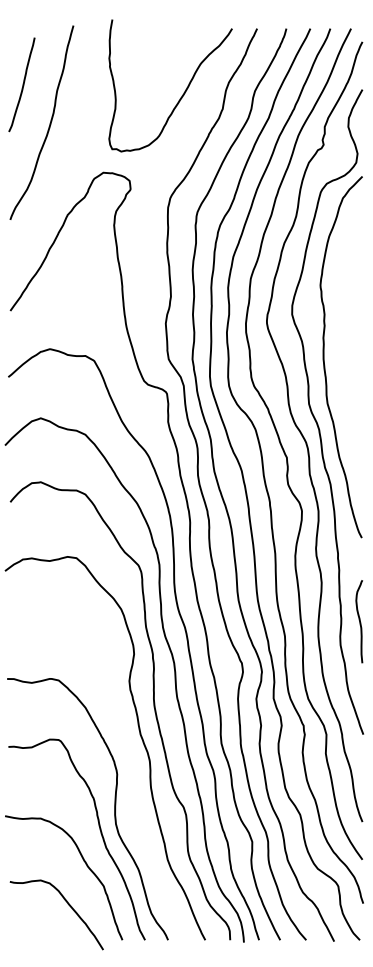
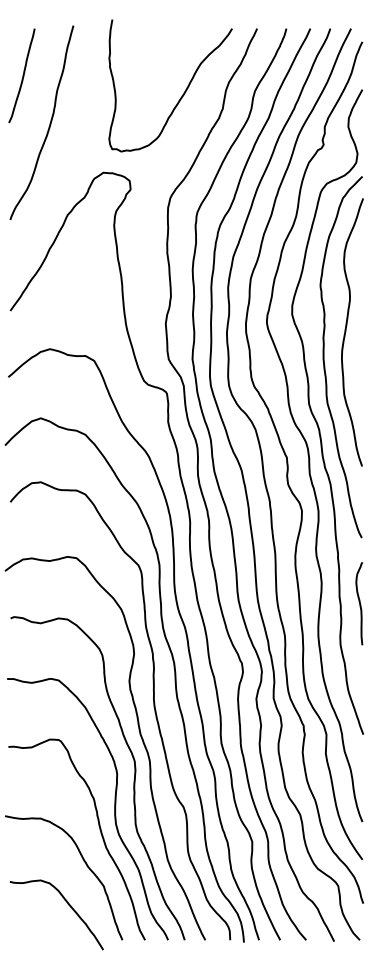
curve at (22, 84) position: (22, 84) -> (22, 75)
curve at (346, 332): none -> present
curve at (359, 621) position: (359, 621) -> (359, 603)
curve at (133, 780): none -> present
